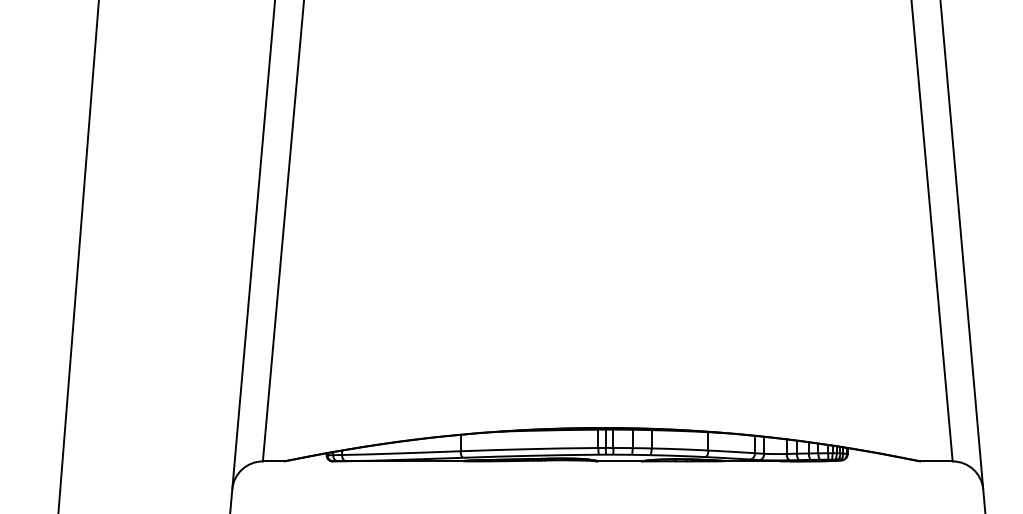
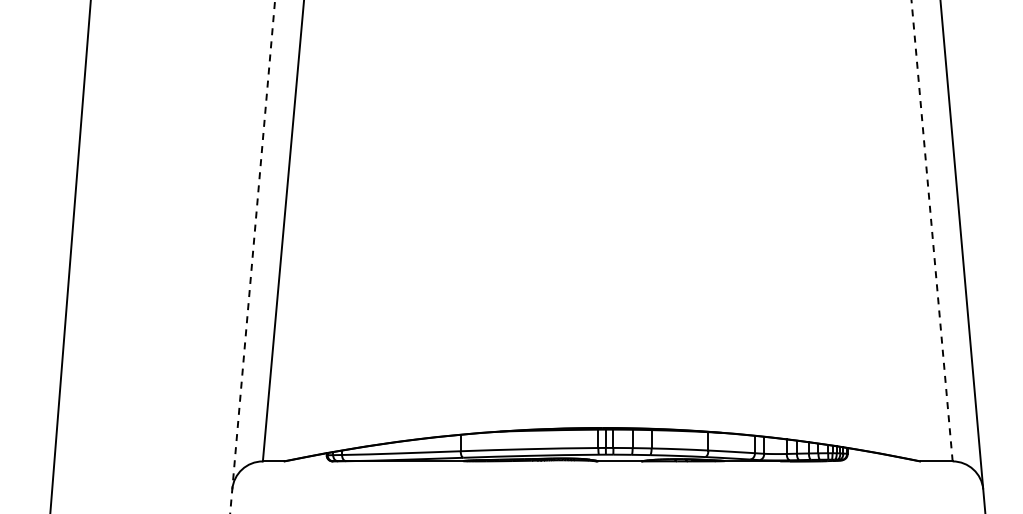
line at (932, 230): solid -> dashed
line at (78, 256) position: (78, 256) -> (70, 256)
line at (252, 257): solid -> dashed
